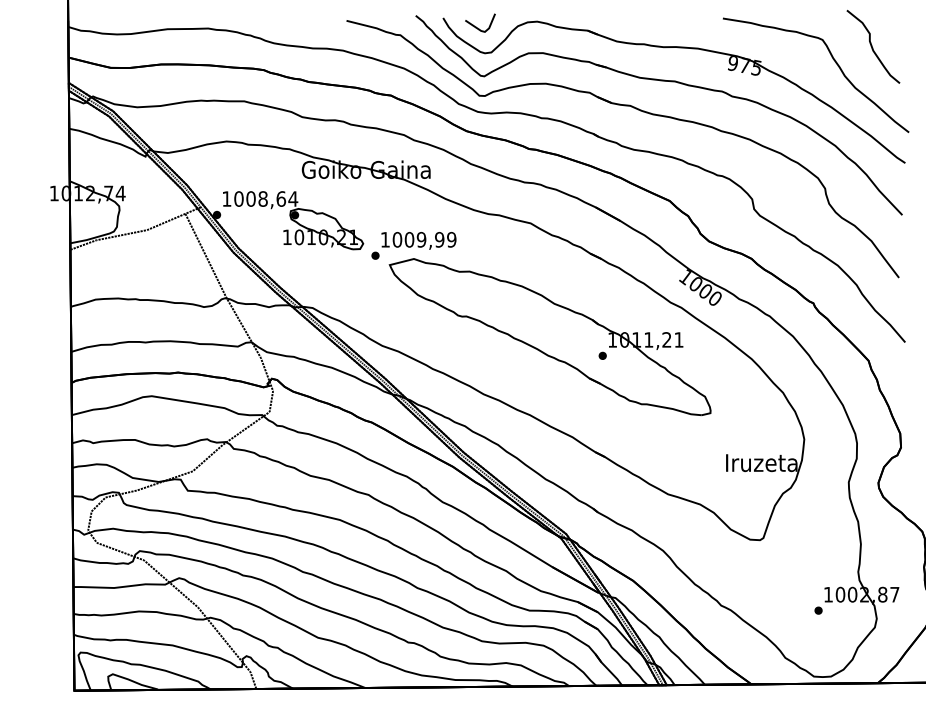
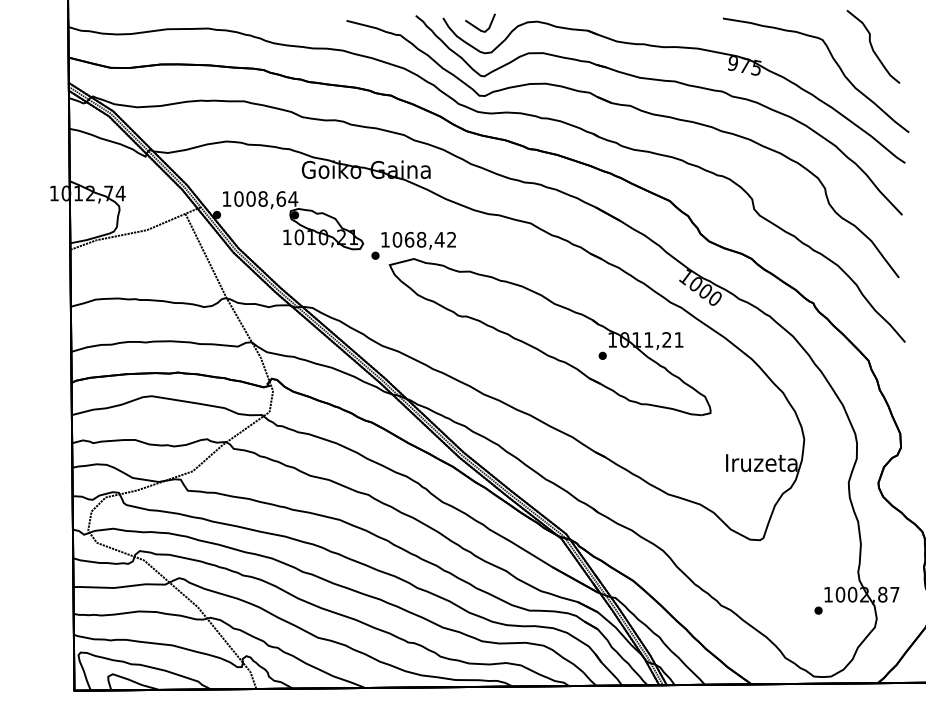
text at (430, 239): 1009,99 -> 1068,42
